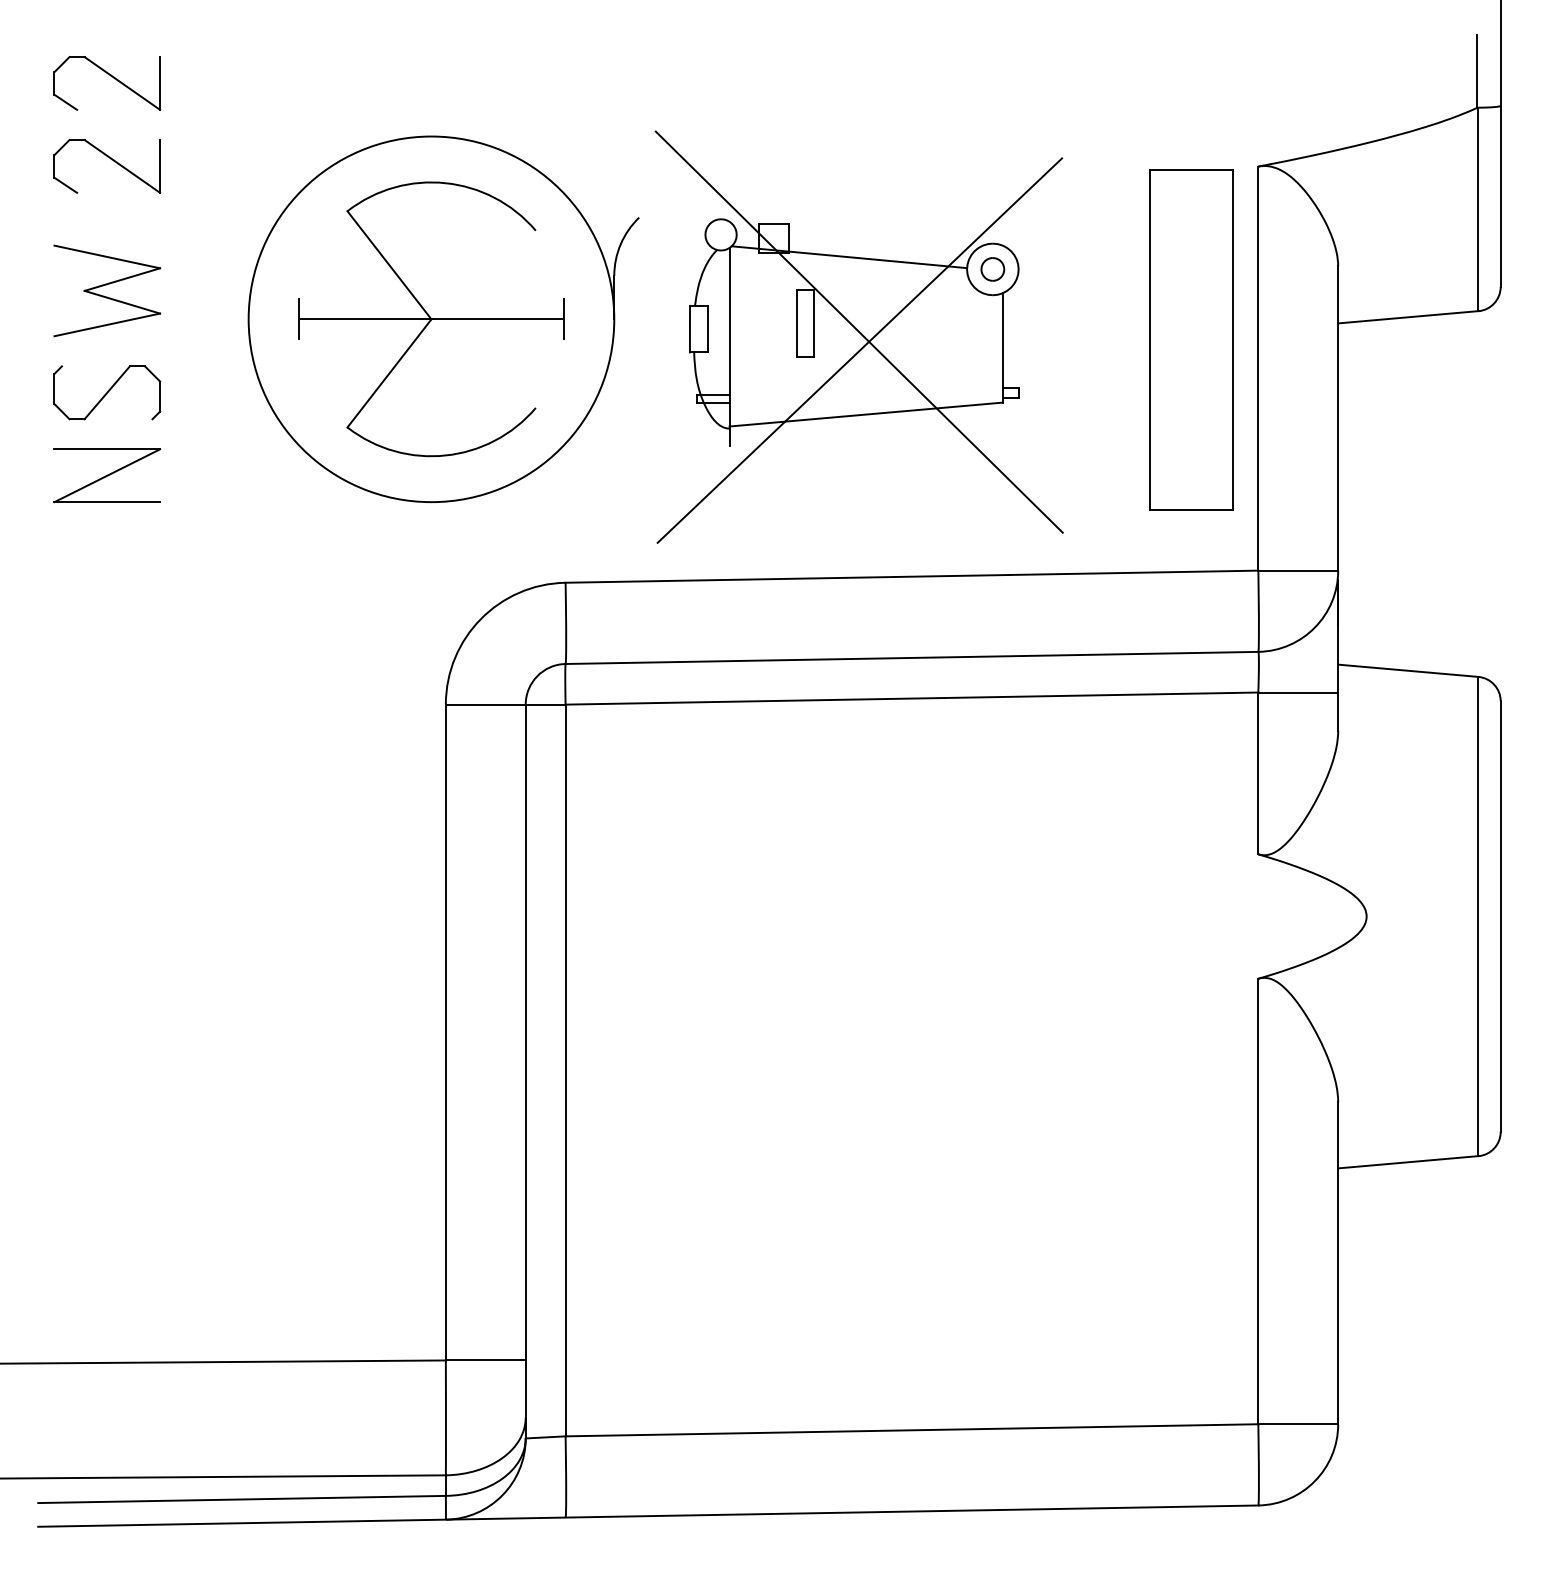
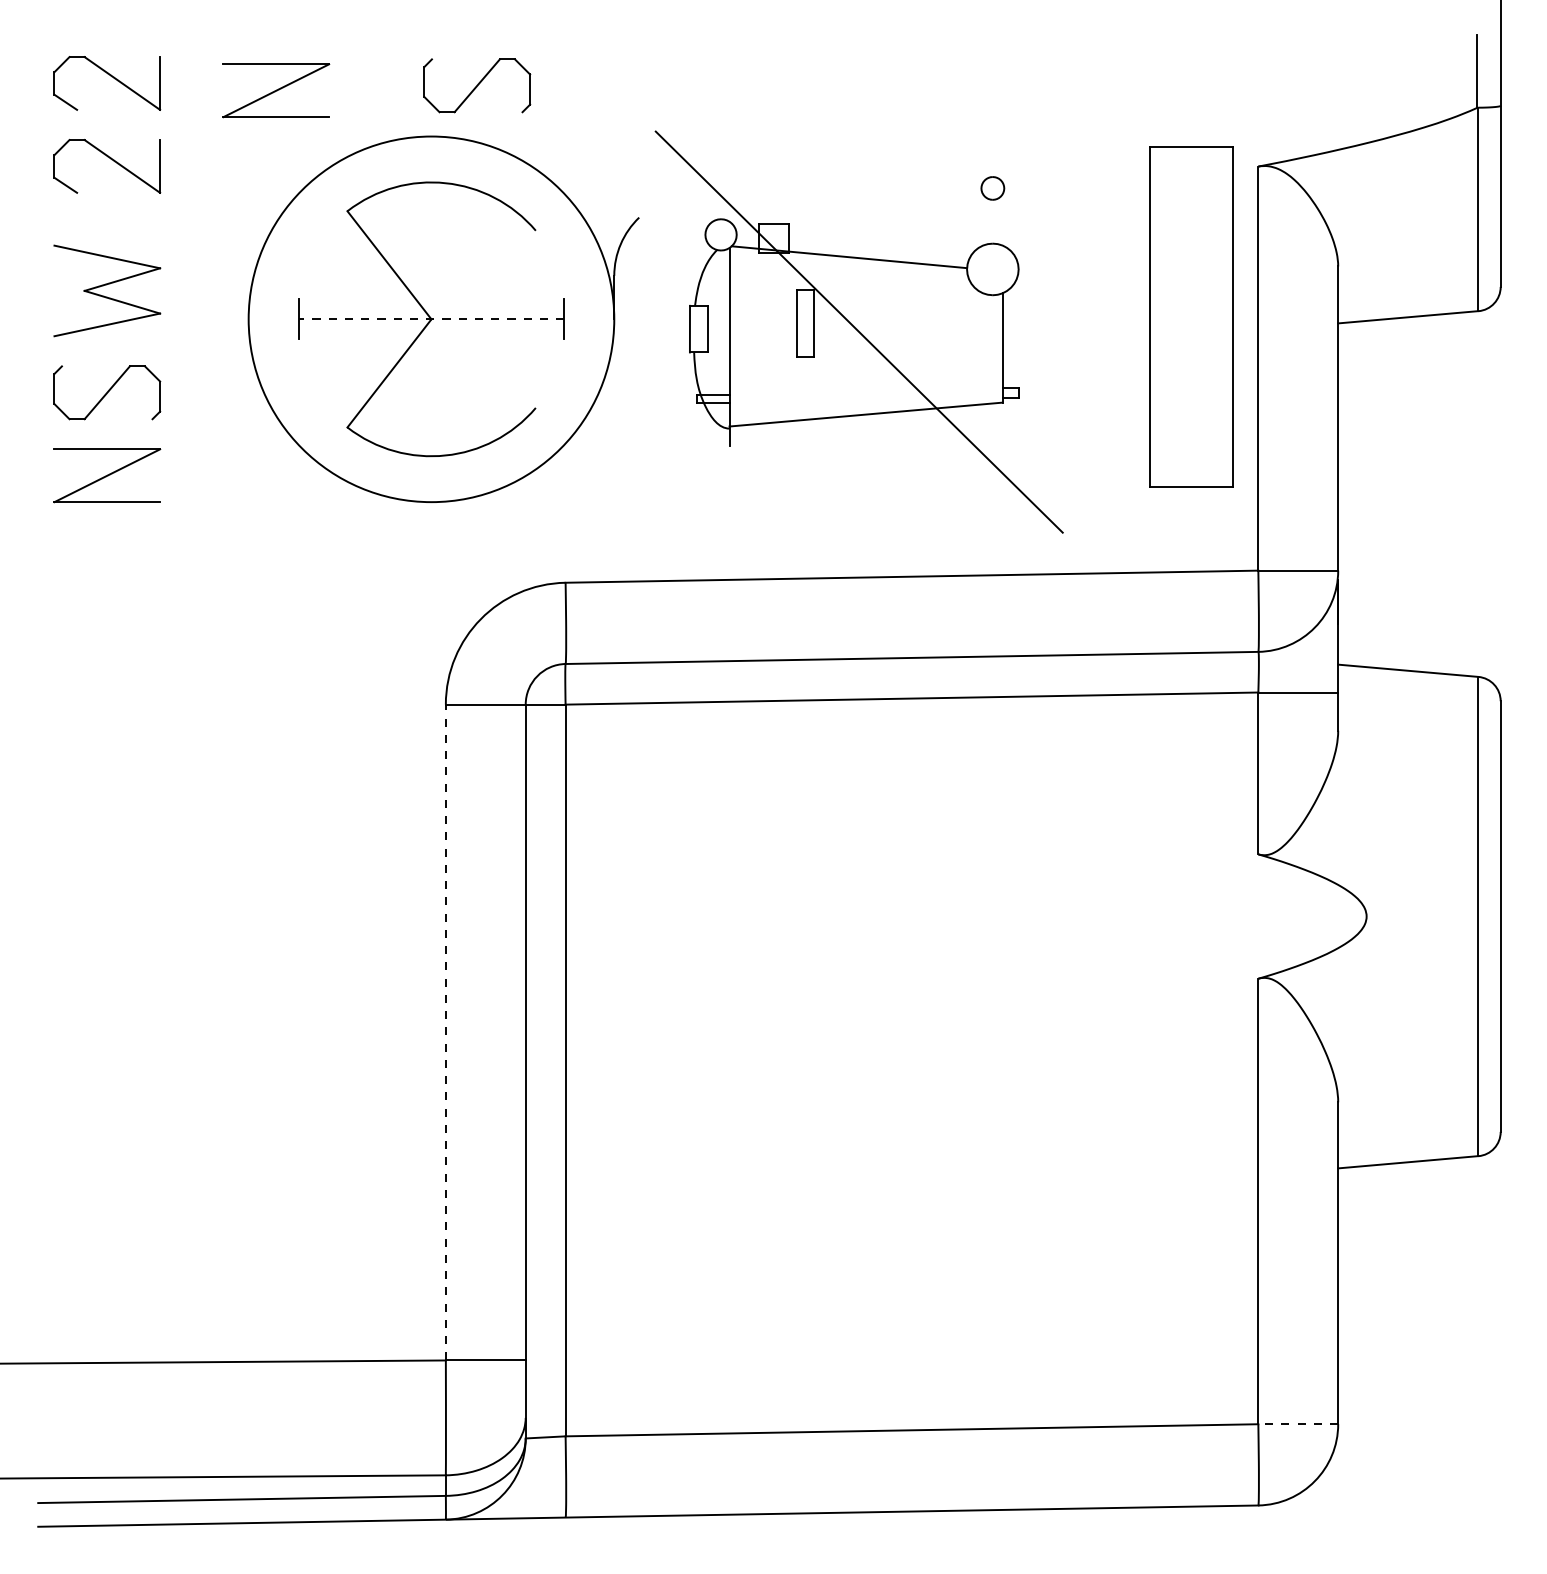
part at (477, 85): none -> present
part at (276, 90): none -> present
part at (992, 269) position: (992, 269) -> (992, 188)
line at (431, 319): solid -> dashed
part at (1191, 339) position: (1191, 339) -> (1191, 316)
line at (859, 350): present -> none
line at (445, 1032): solid -> dashed
line at (1298, 1424): solid -> dashed
